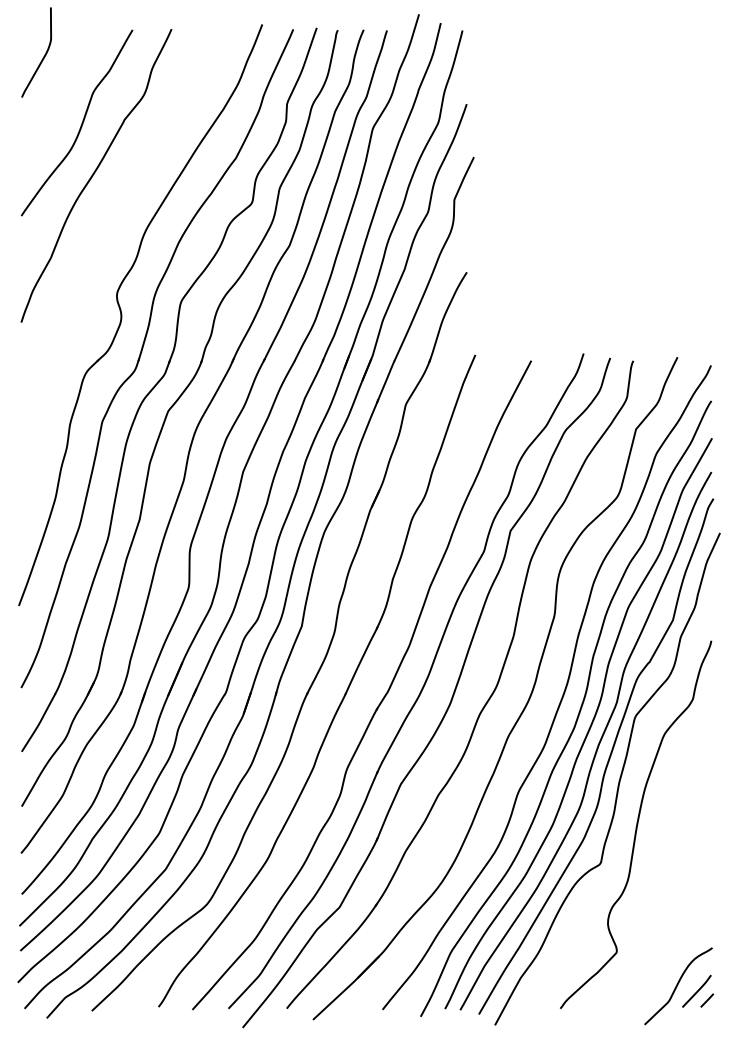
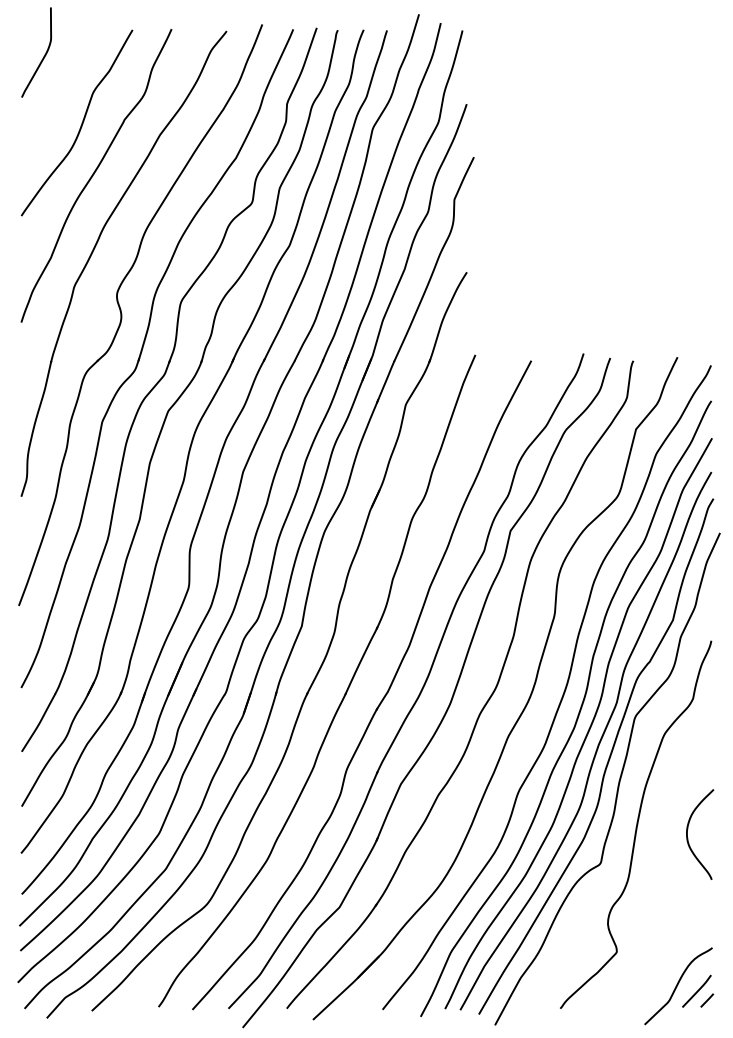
part at (95, 248): none -> present
curve at (688, 838): none -> present
